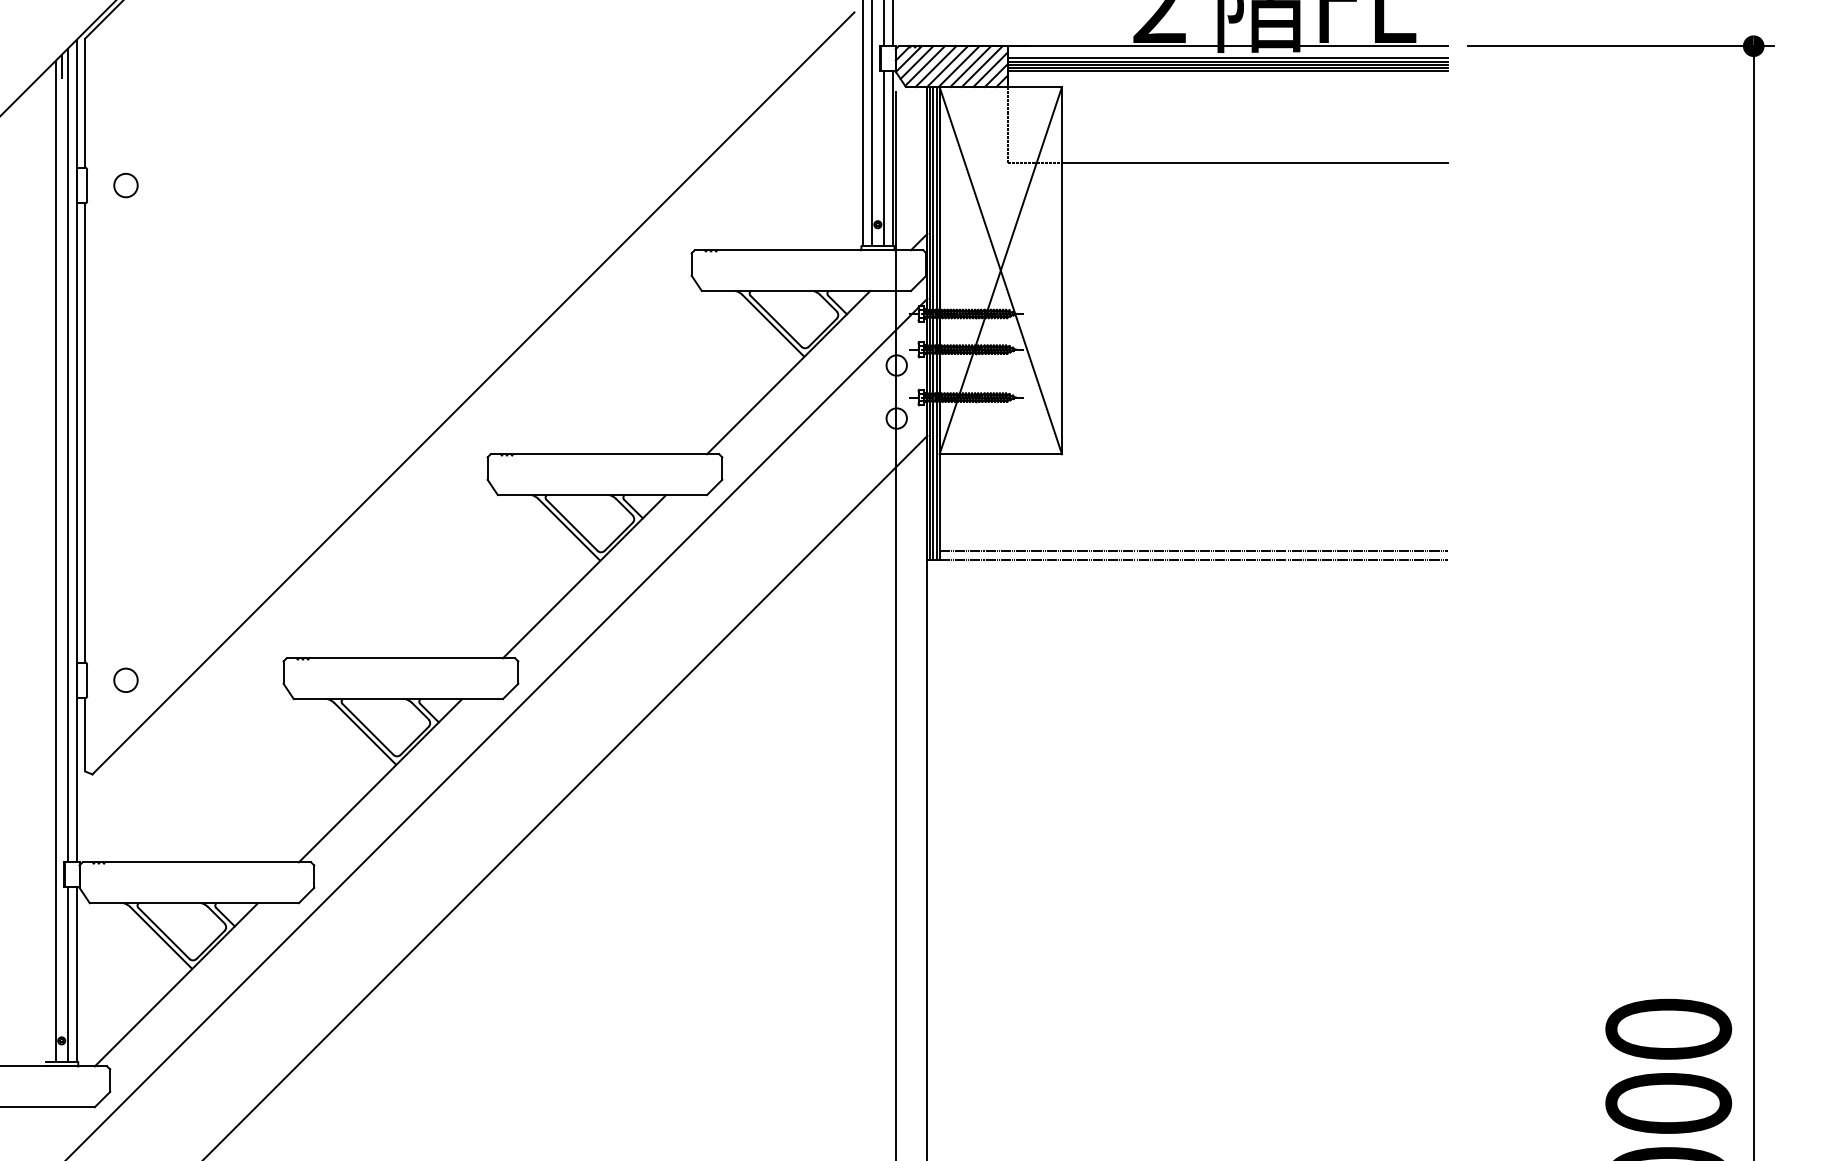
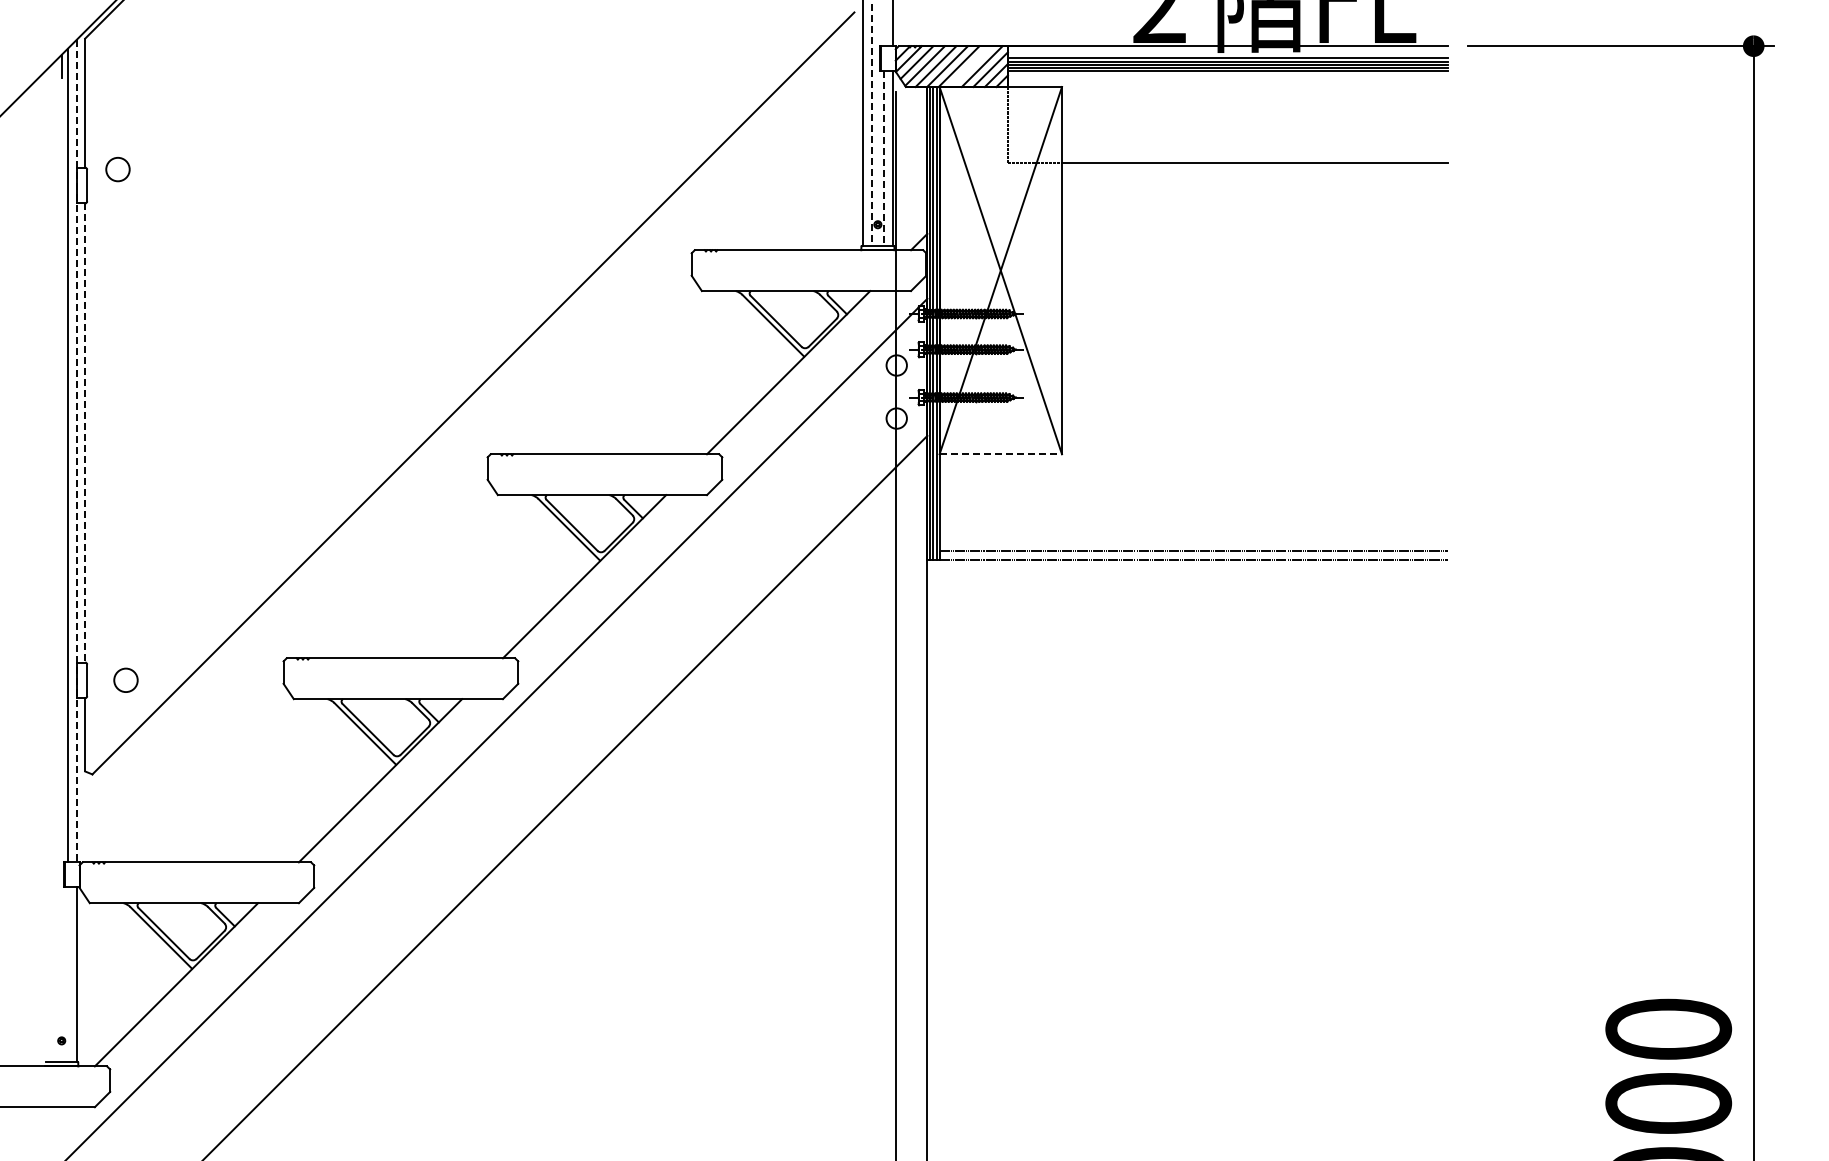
line at (884, 24): present -> none
line at (970, 66): present -> none
line at (871, 123): solid -> dashed
line at (884, 158): solid -> dashed
circle at (125, 185) position: (125, 185) -> (117, 169)
line at (85, 432): solid -> dashed
line at (77, 451): solid -> dashed
line at (1001, 454): solid -> dashed
line at (55, 561): present -> none
line at (67, 974): present -> none
